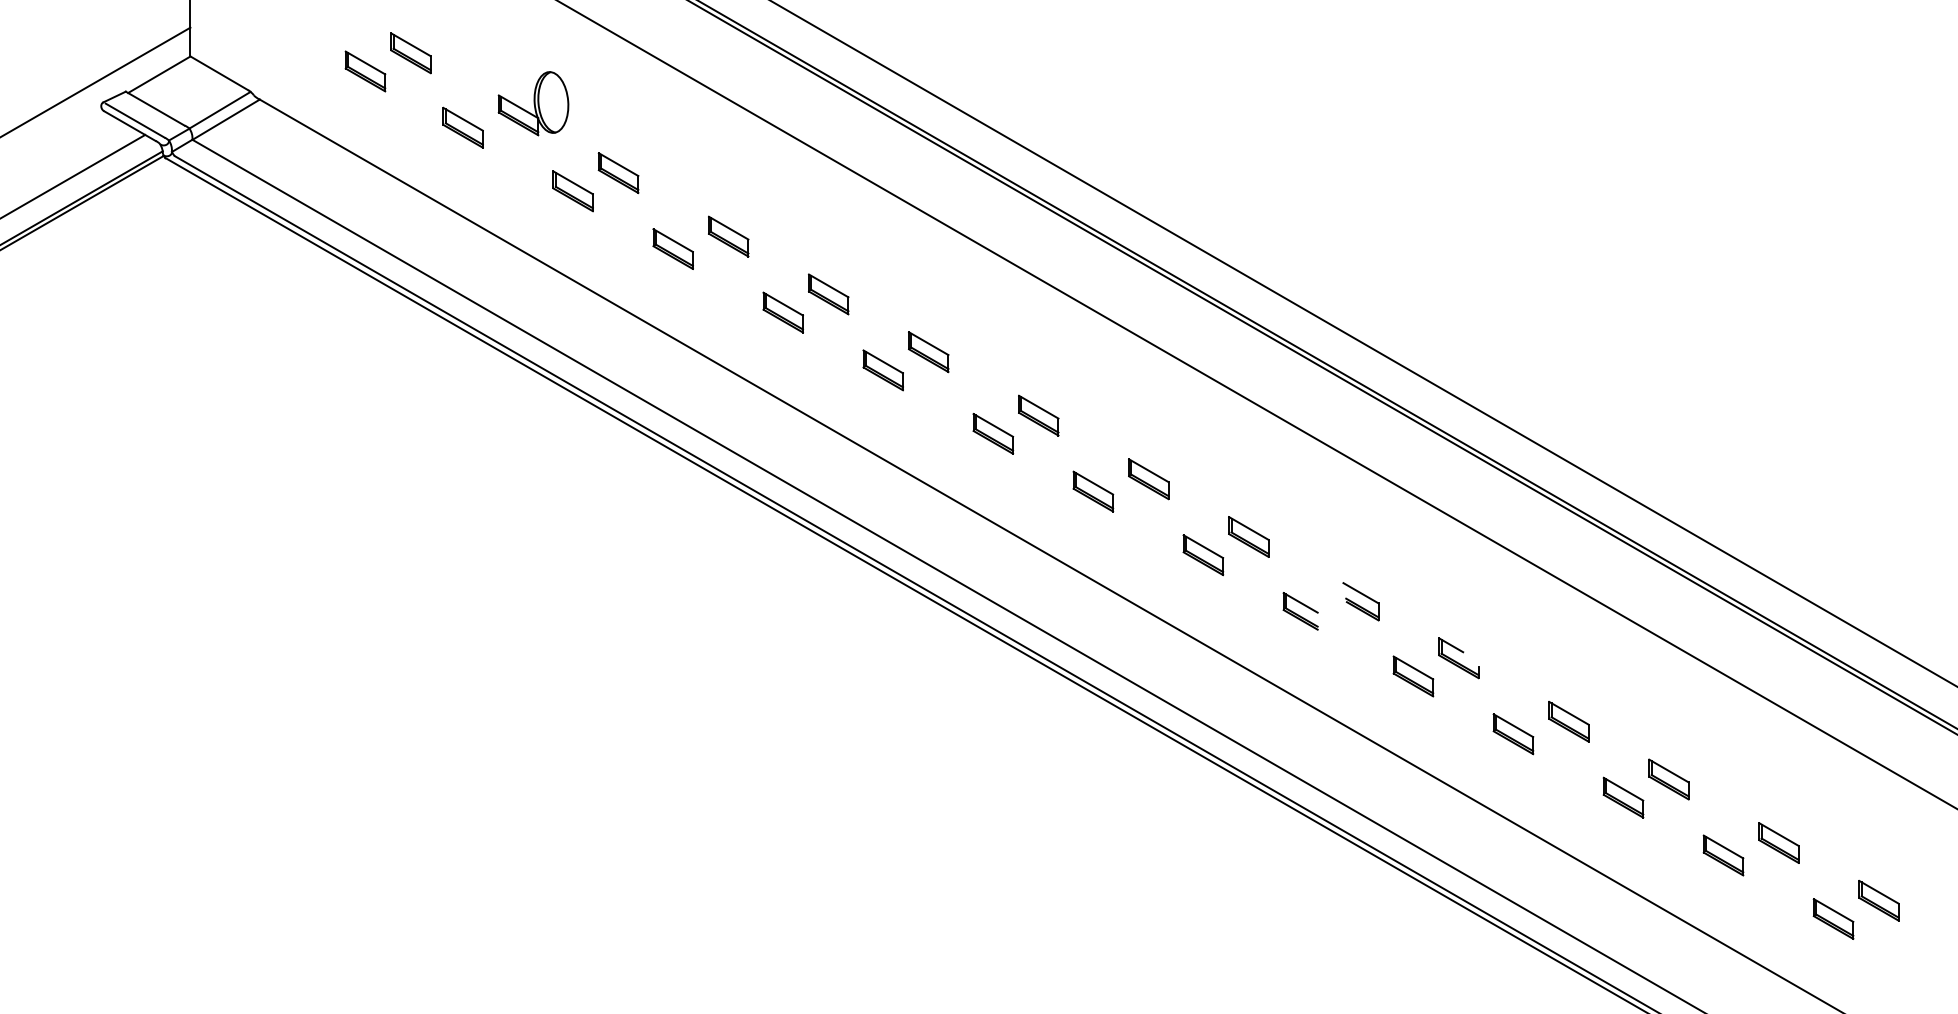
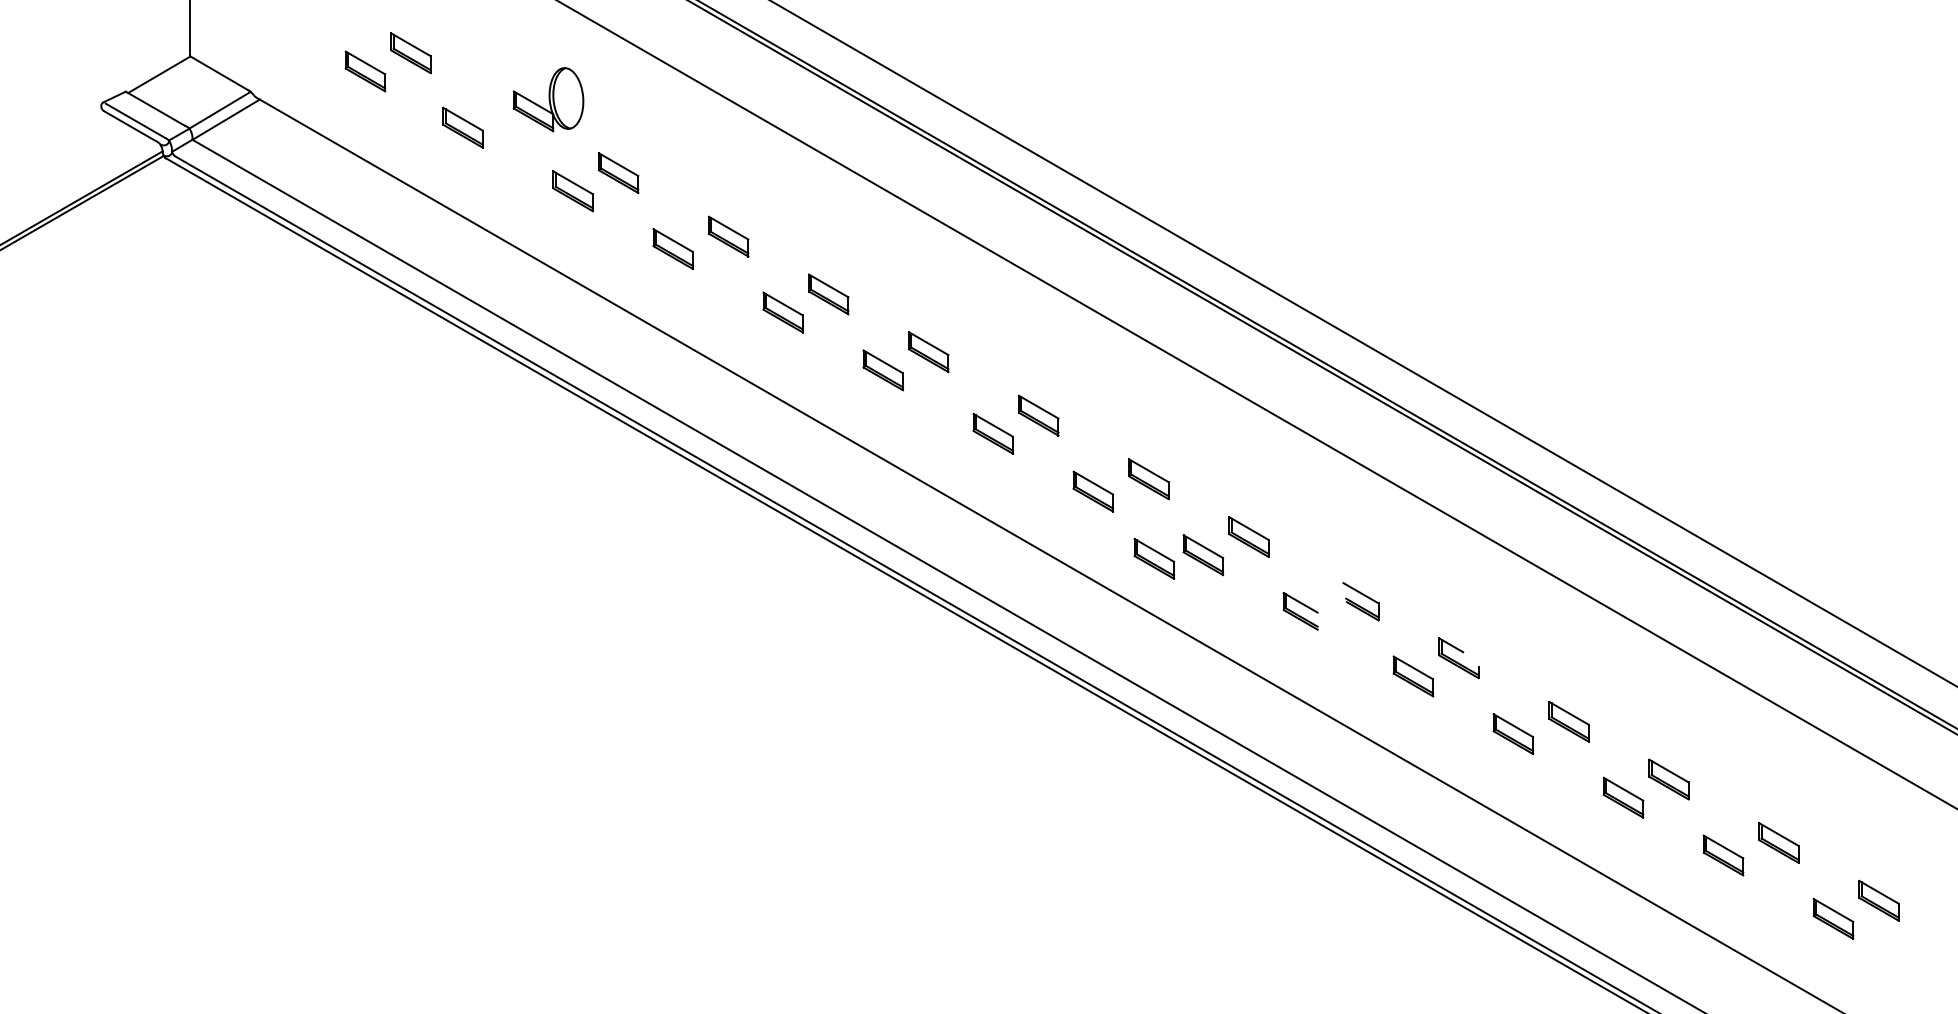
line at (96, 81): present -> none
part at (533, 103) position: (533, 103) -> (548, 99)
line at (73, 175): present -> none
part at (1154, 558): none -> present
